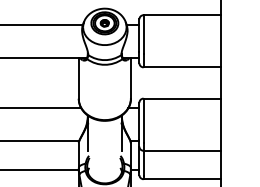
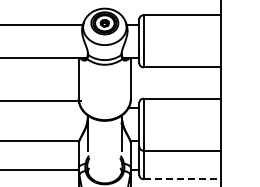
line at (41, 108) position: (41, 108) -> (41, 101)
line at (182, 179): solid -> dashed
